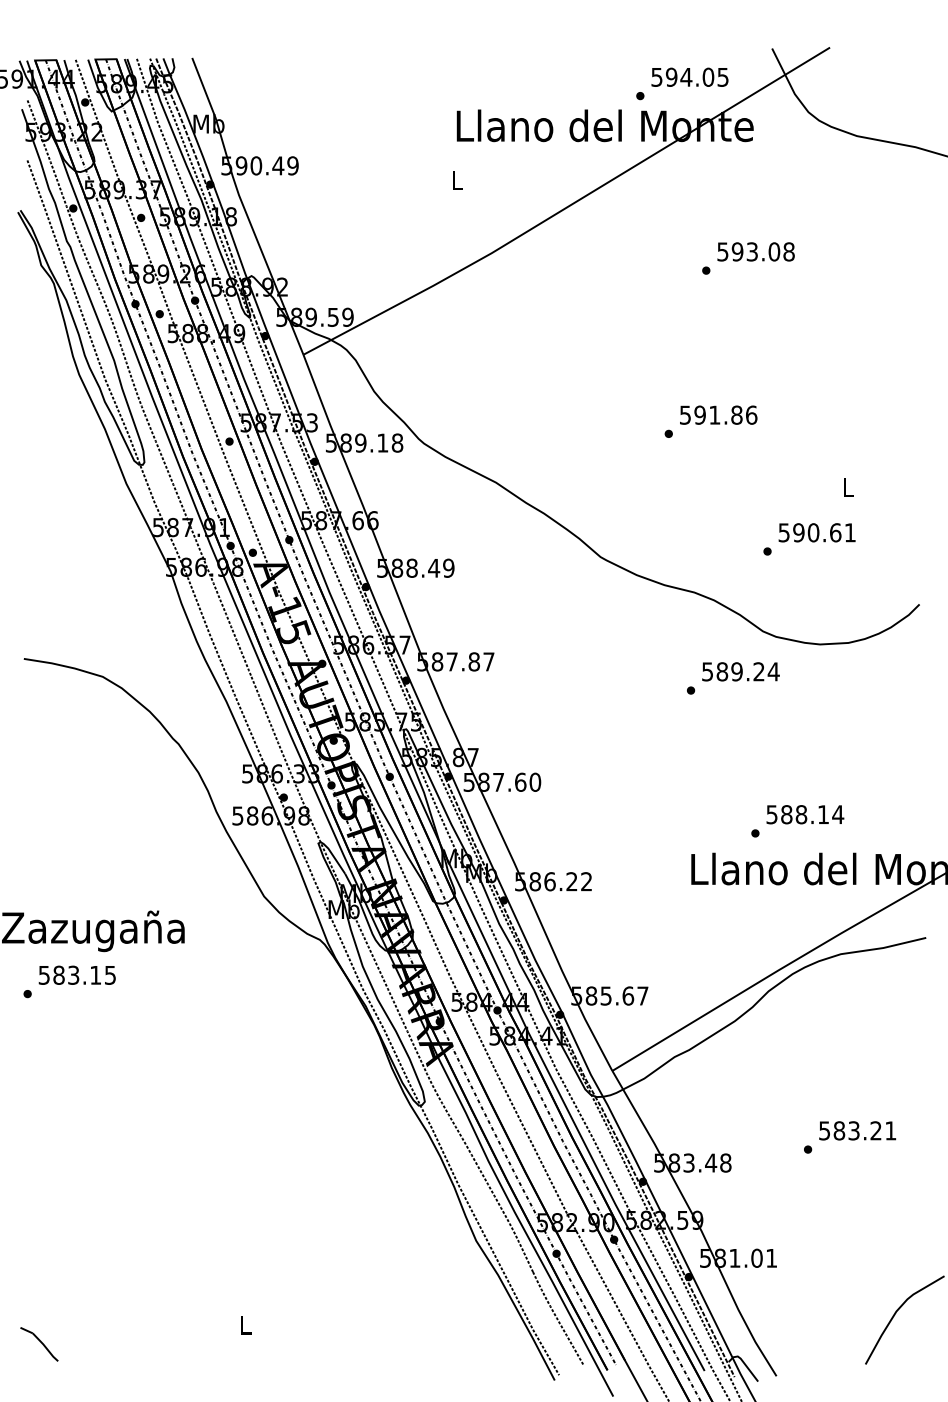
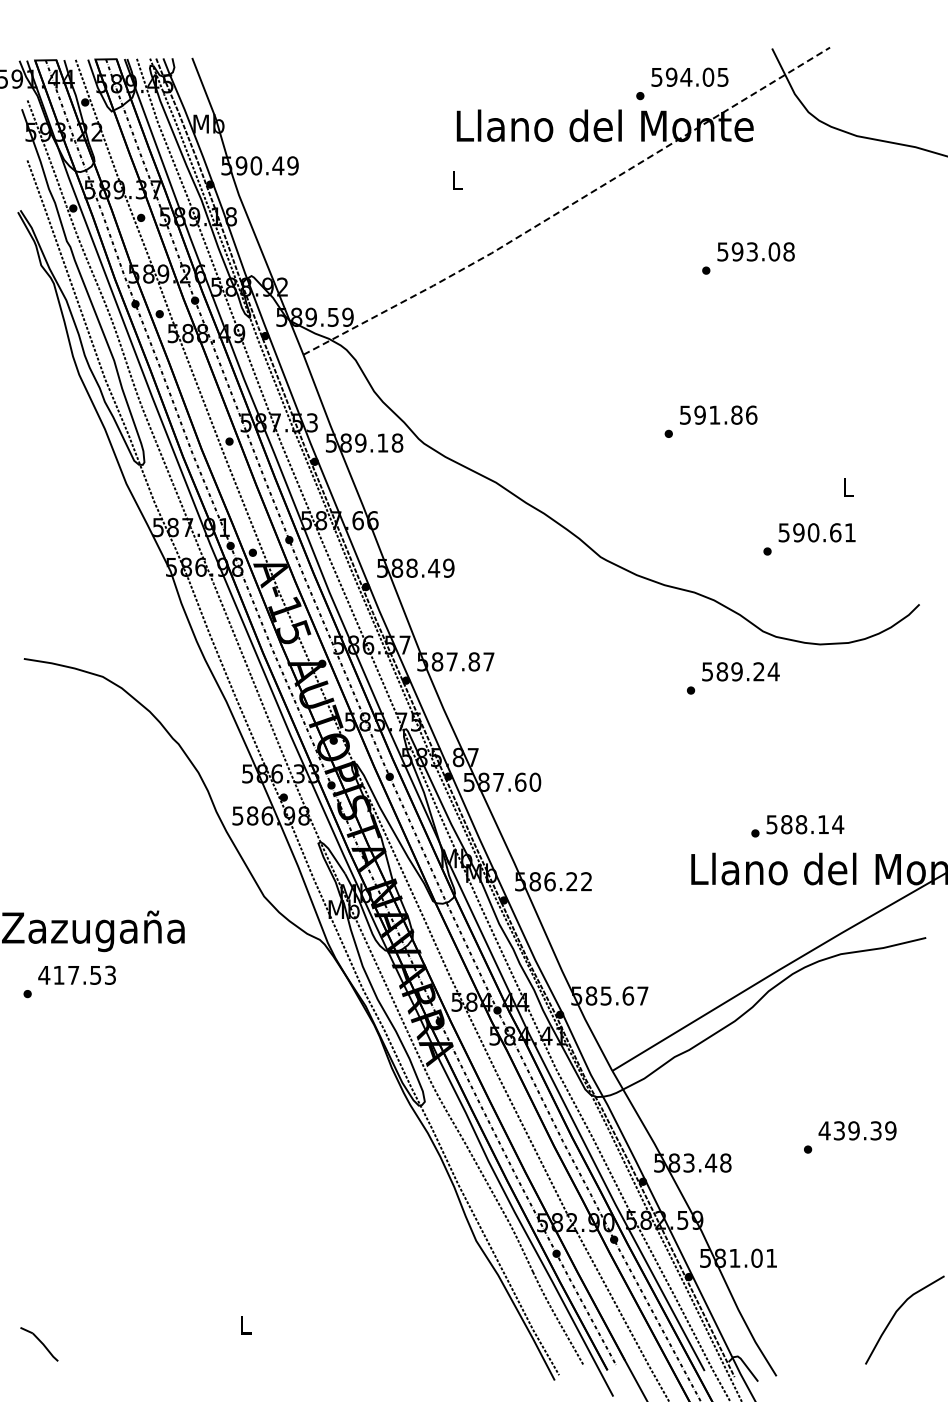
line at (568, 206): solid -> dashed
text at (805, 814) position: (805, 814) -> (805, 824)
text at (76, 974): 583.15 -> 417.53
text at (857, 1130): 583.21 -> 439.39
